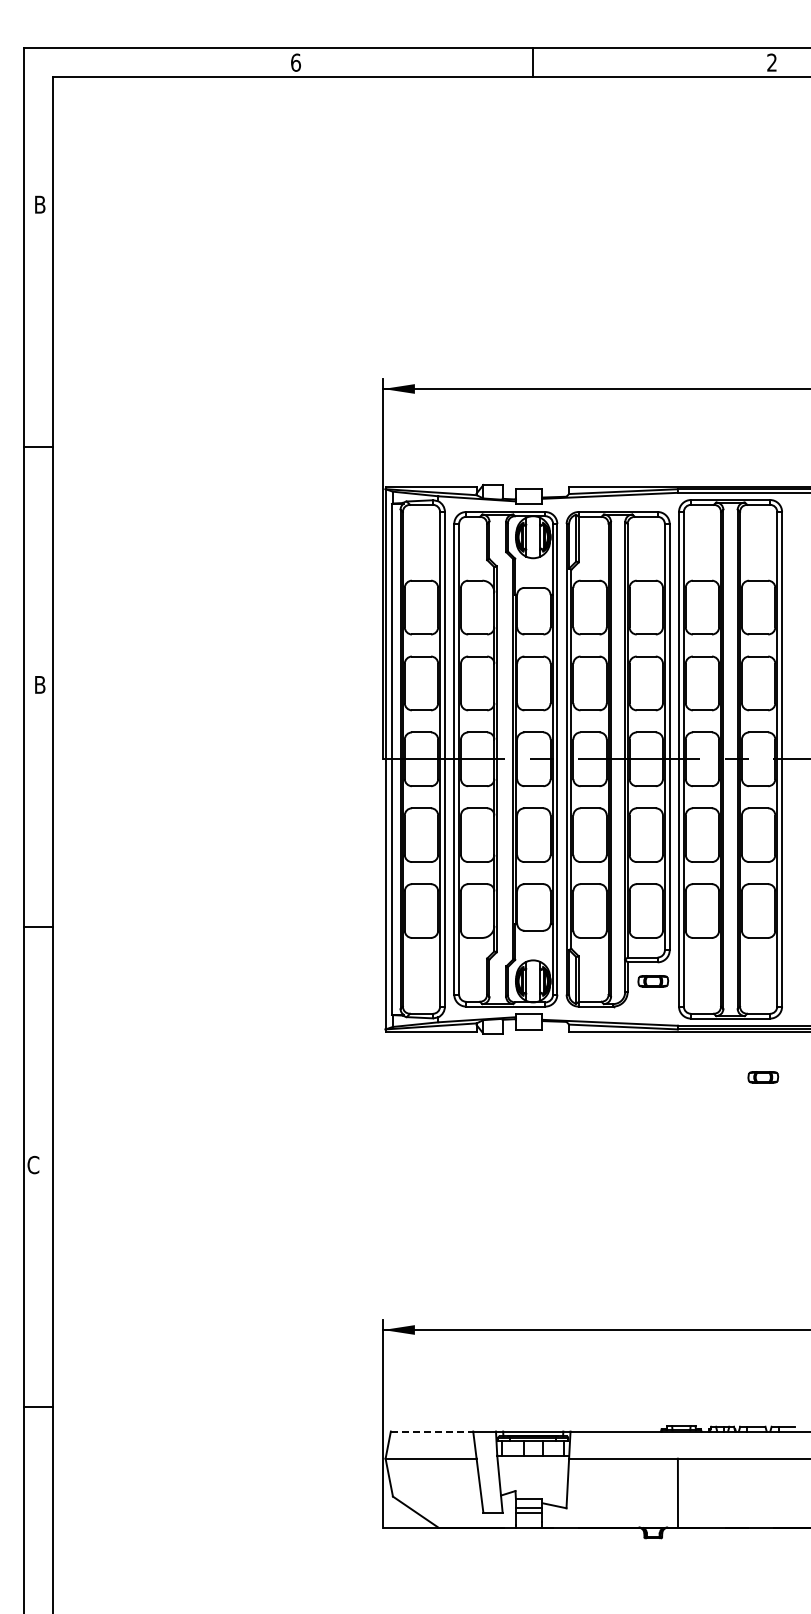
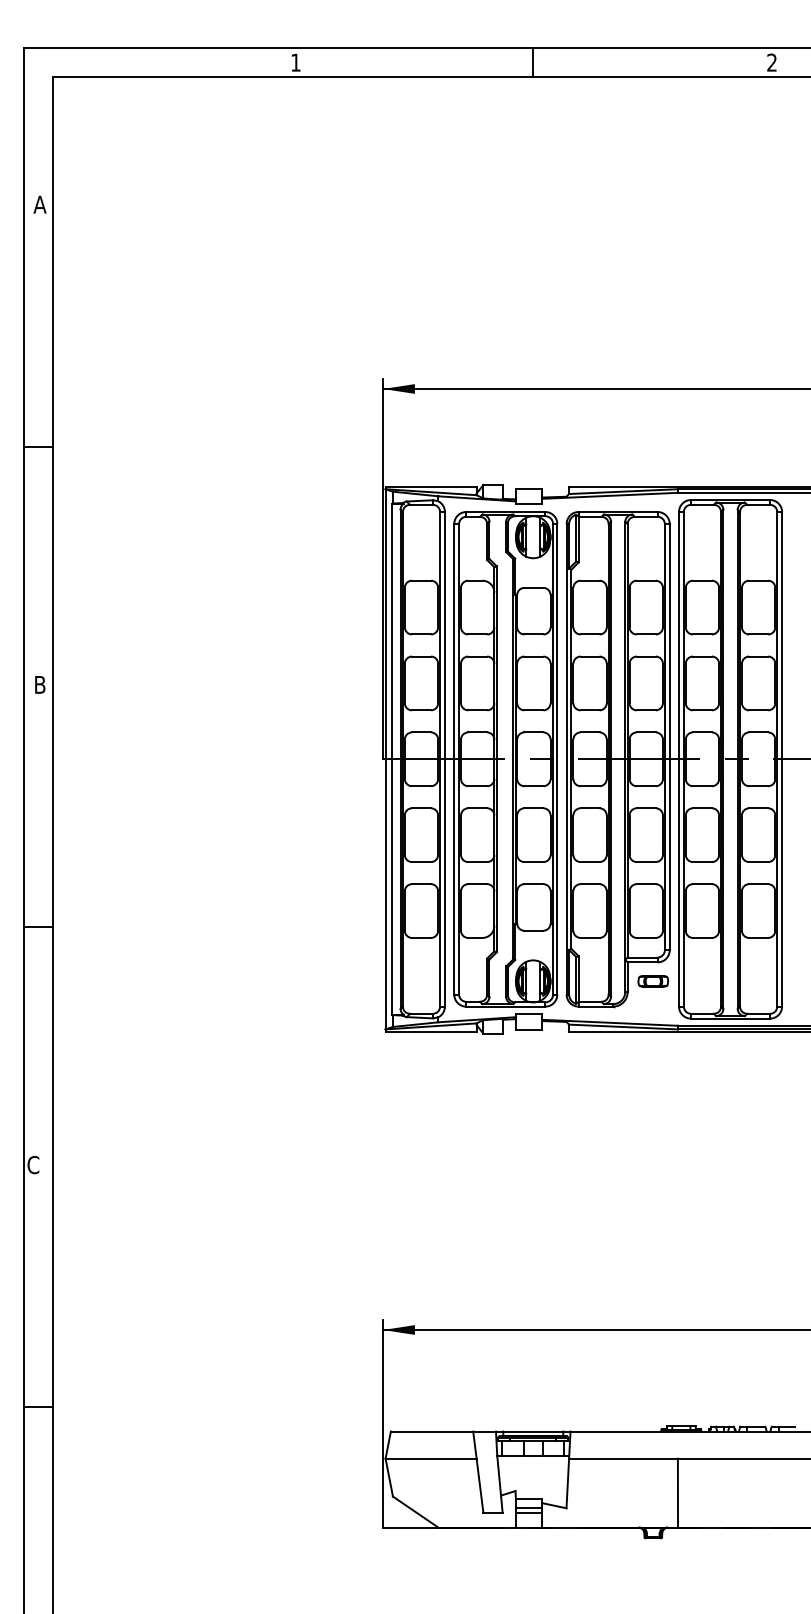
text at (295, 62): 6 -> 1
text at (39, 204): B -> A
part at (763, 1077): present -> none
line at (432, 1431): dashed -> solid
